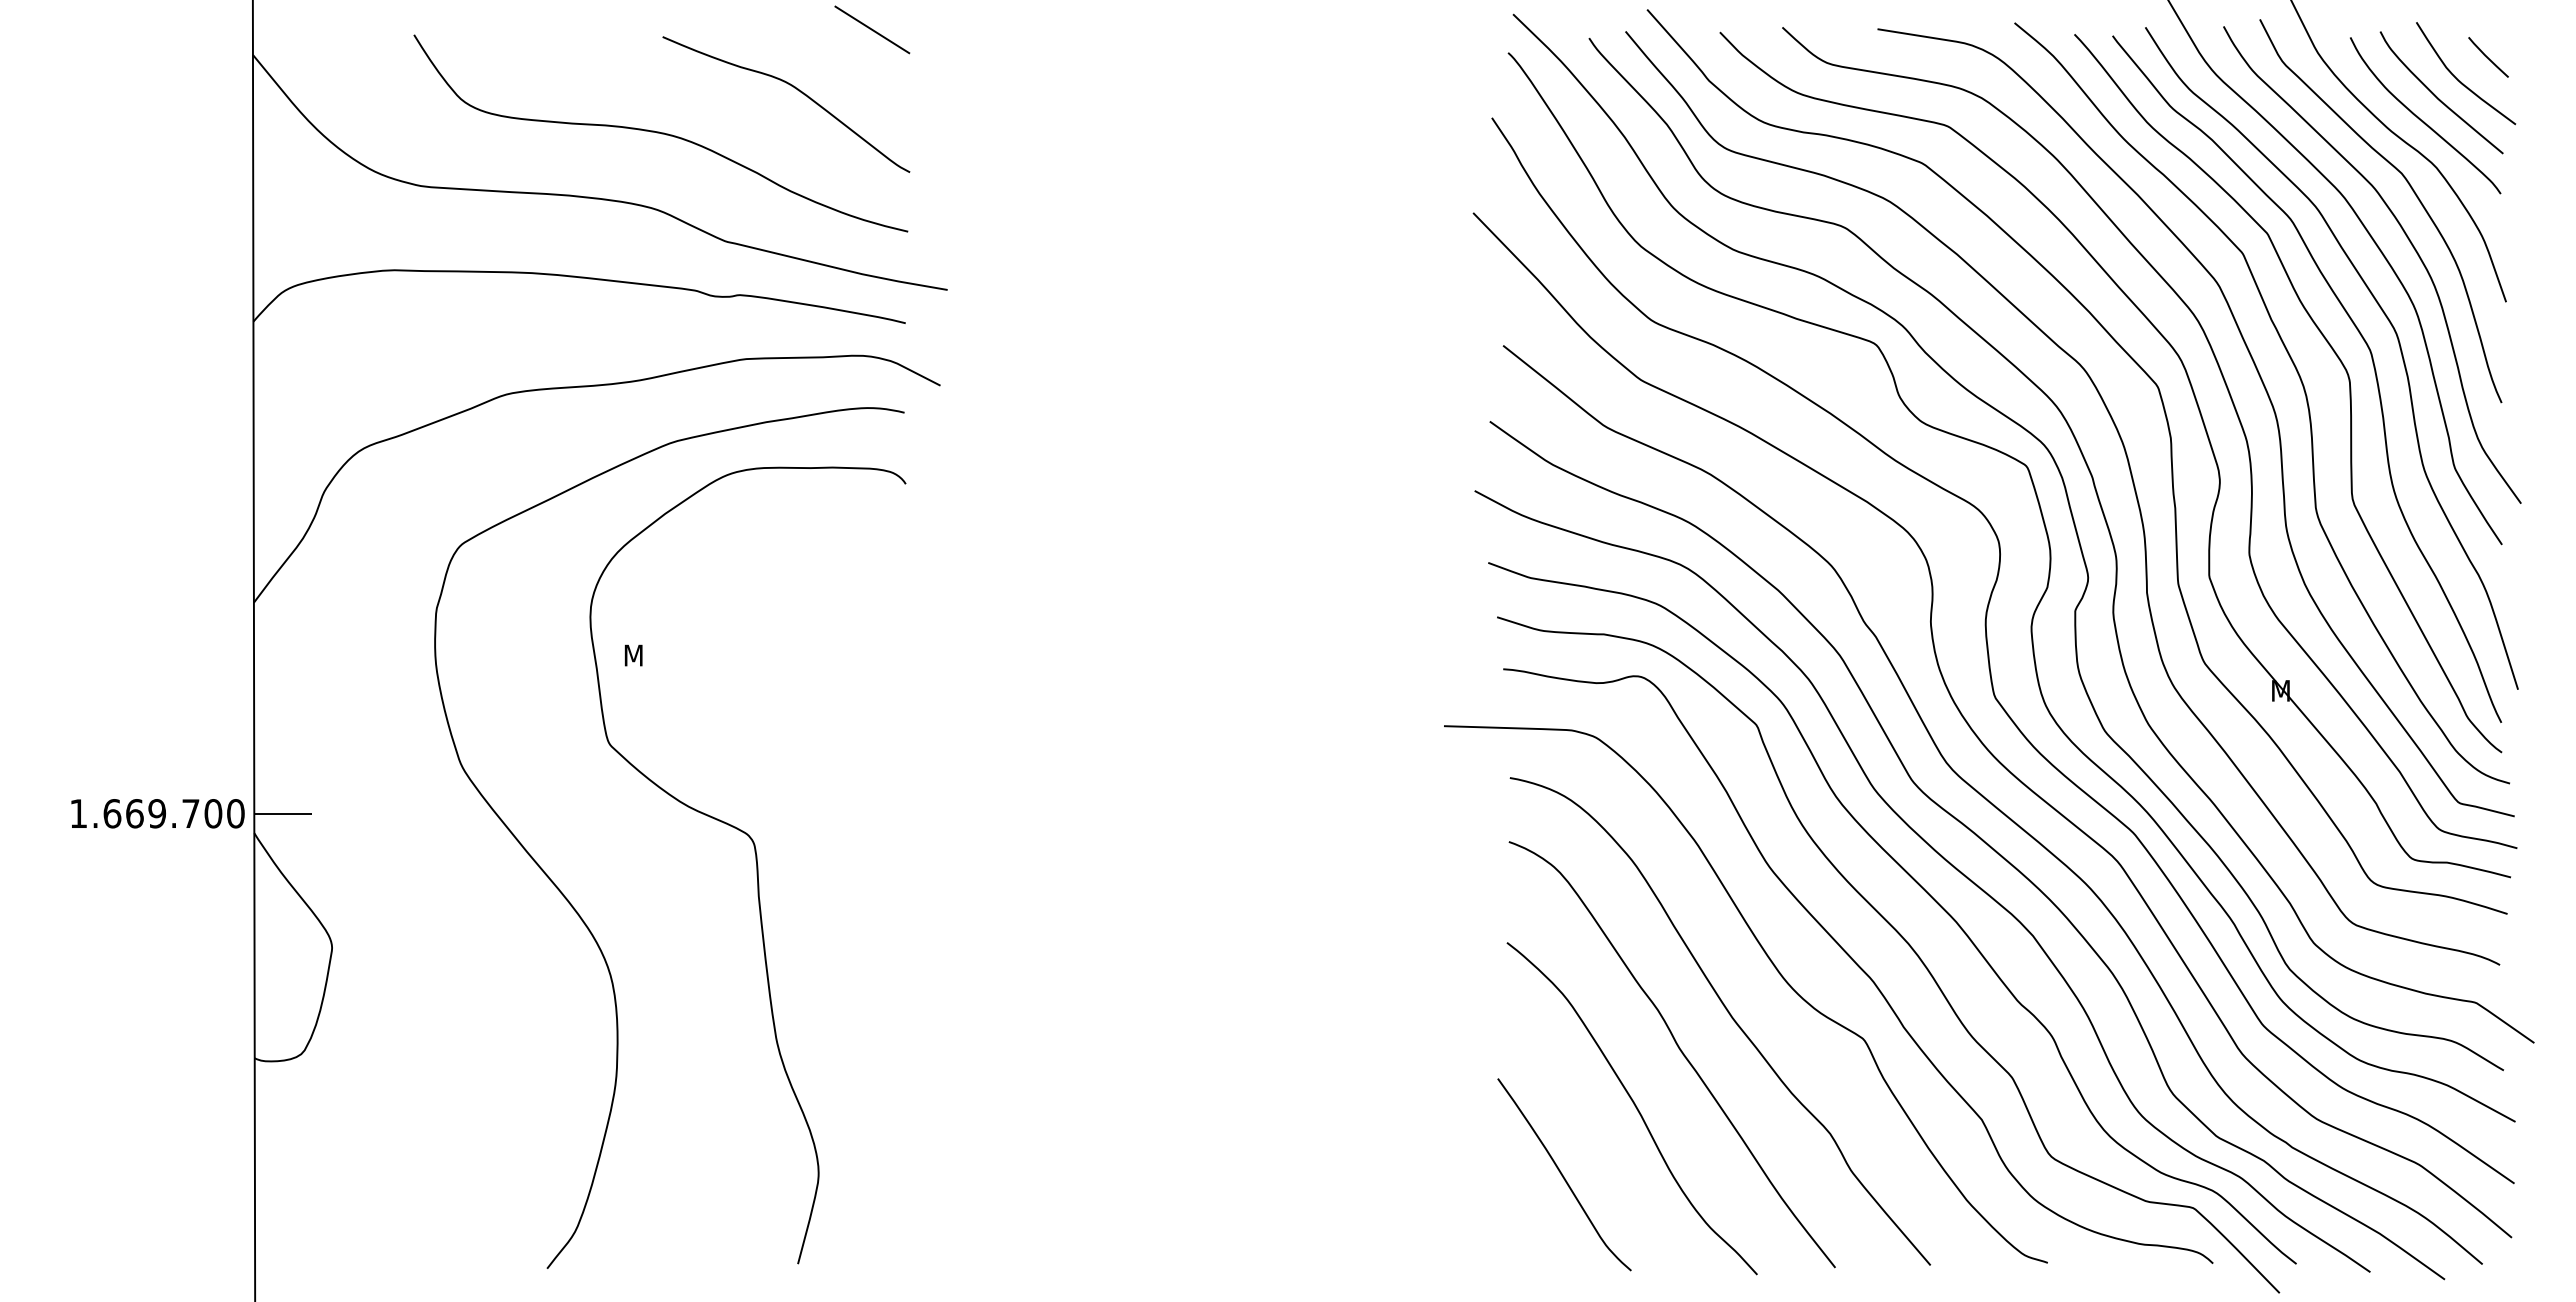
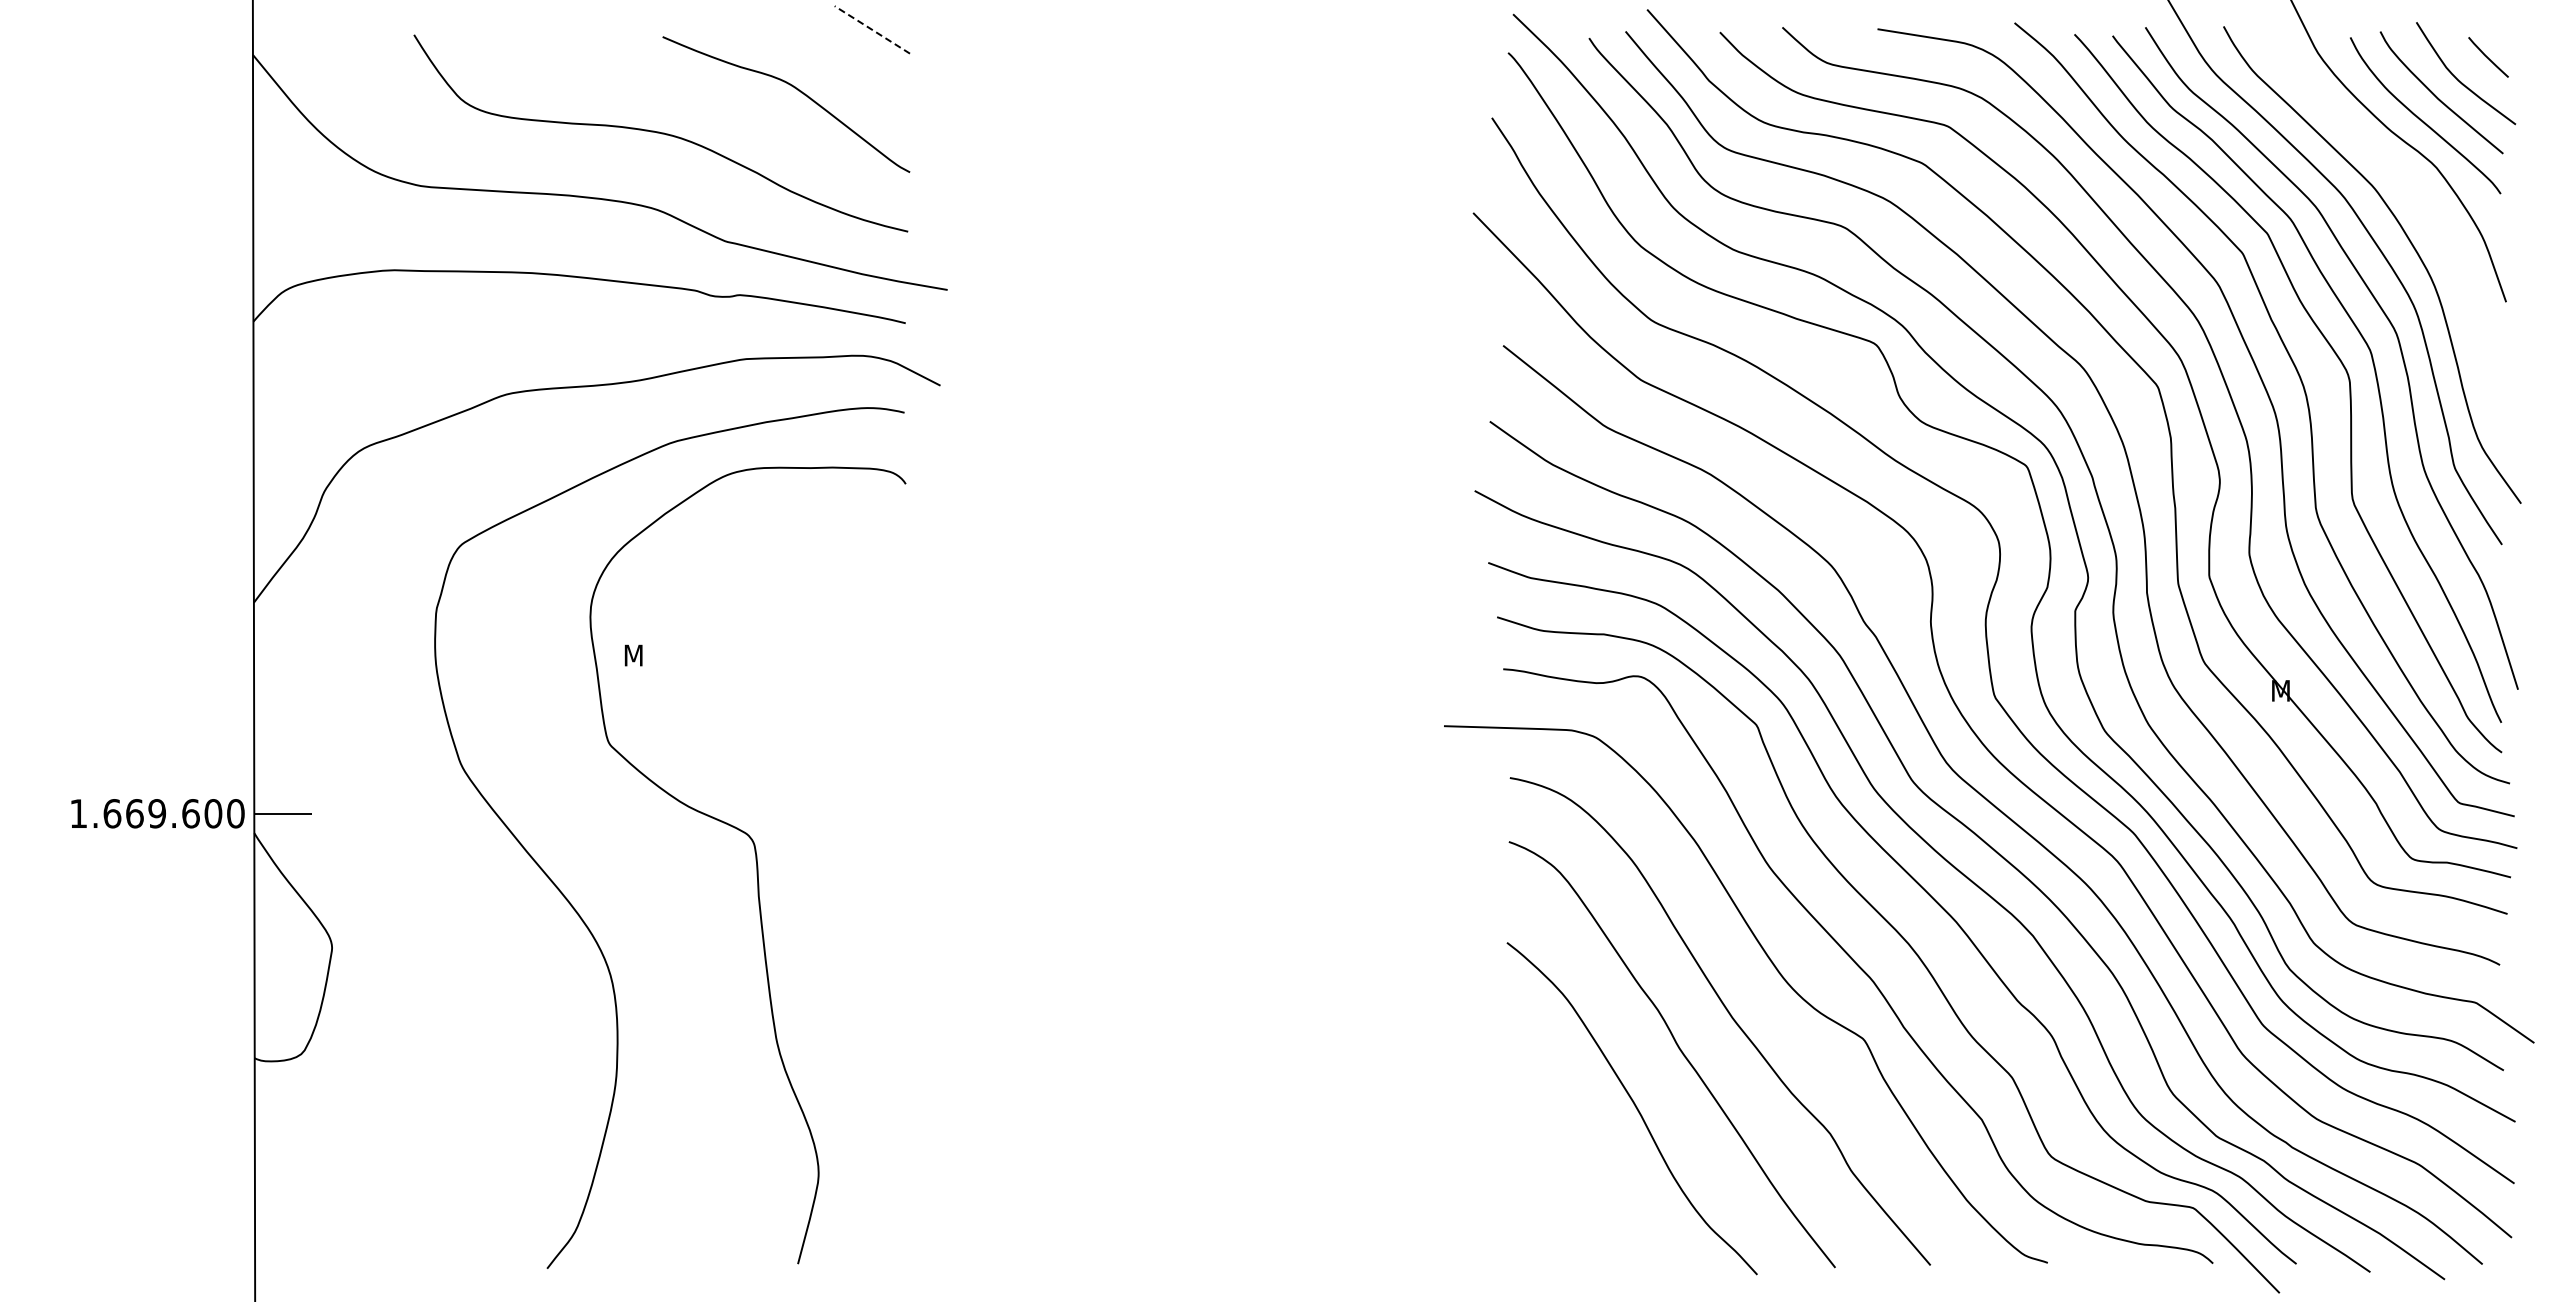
line at (872, 29): solid -> dashed
curve at (2412, 191): present -> none
text at (190, 813): 1.669.700 -> 1.669.600
curve at (1563, 1175): present -> none
